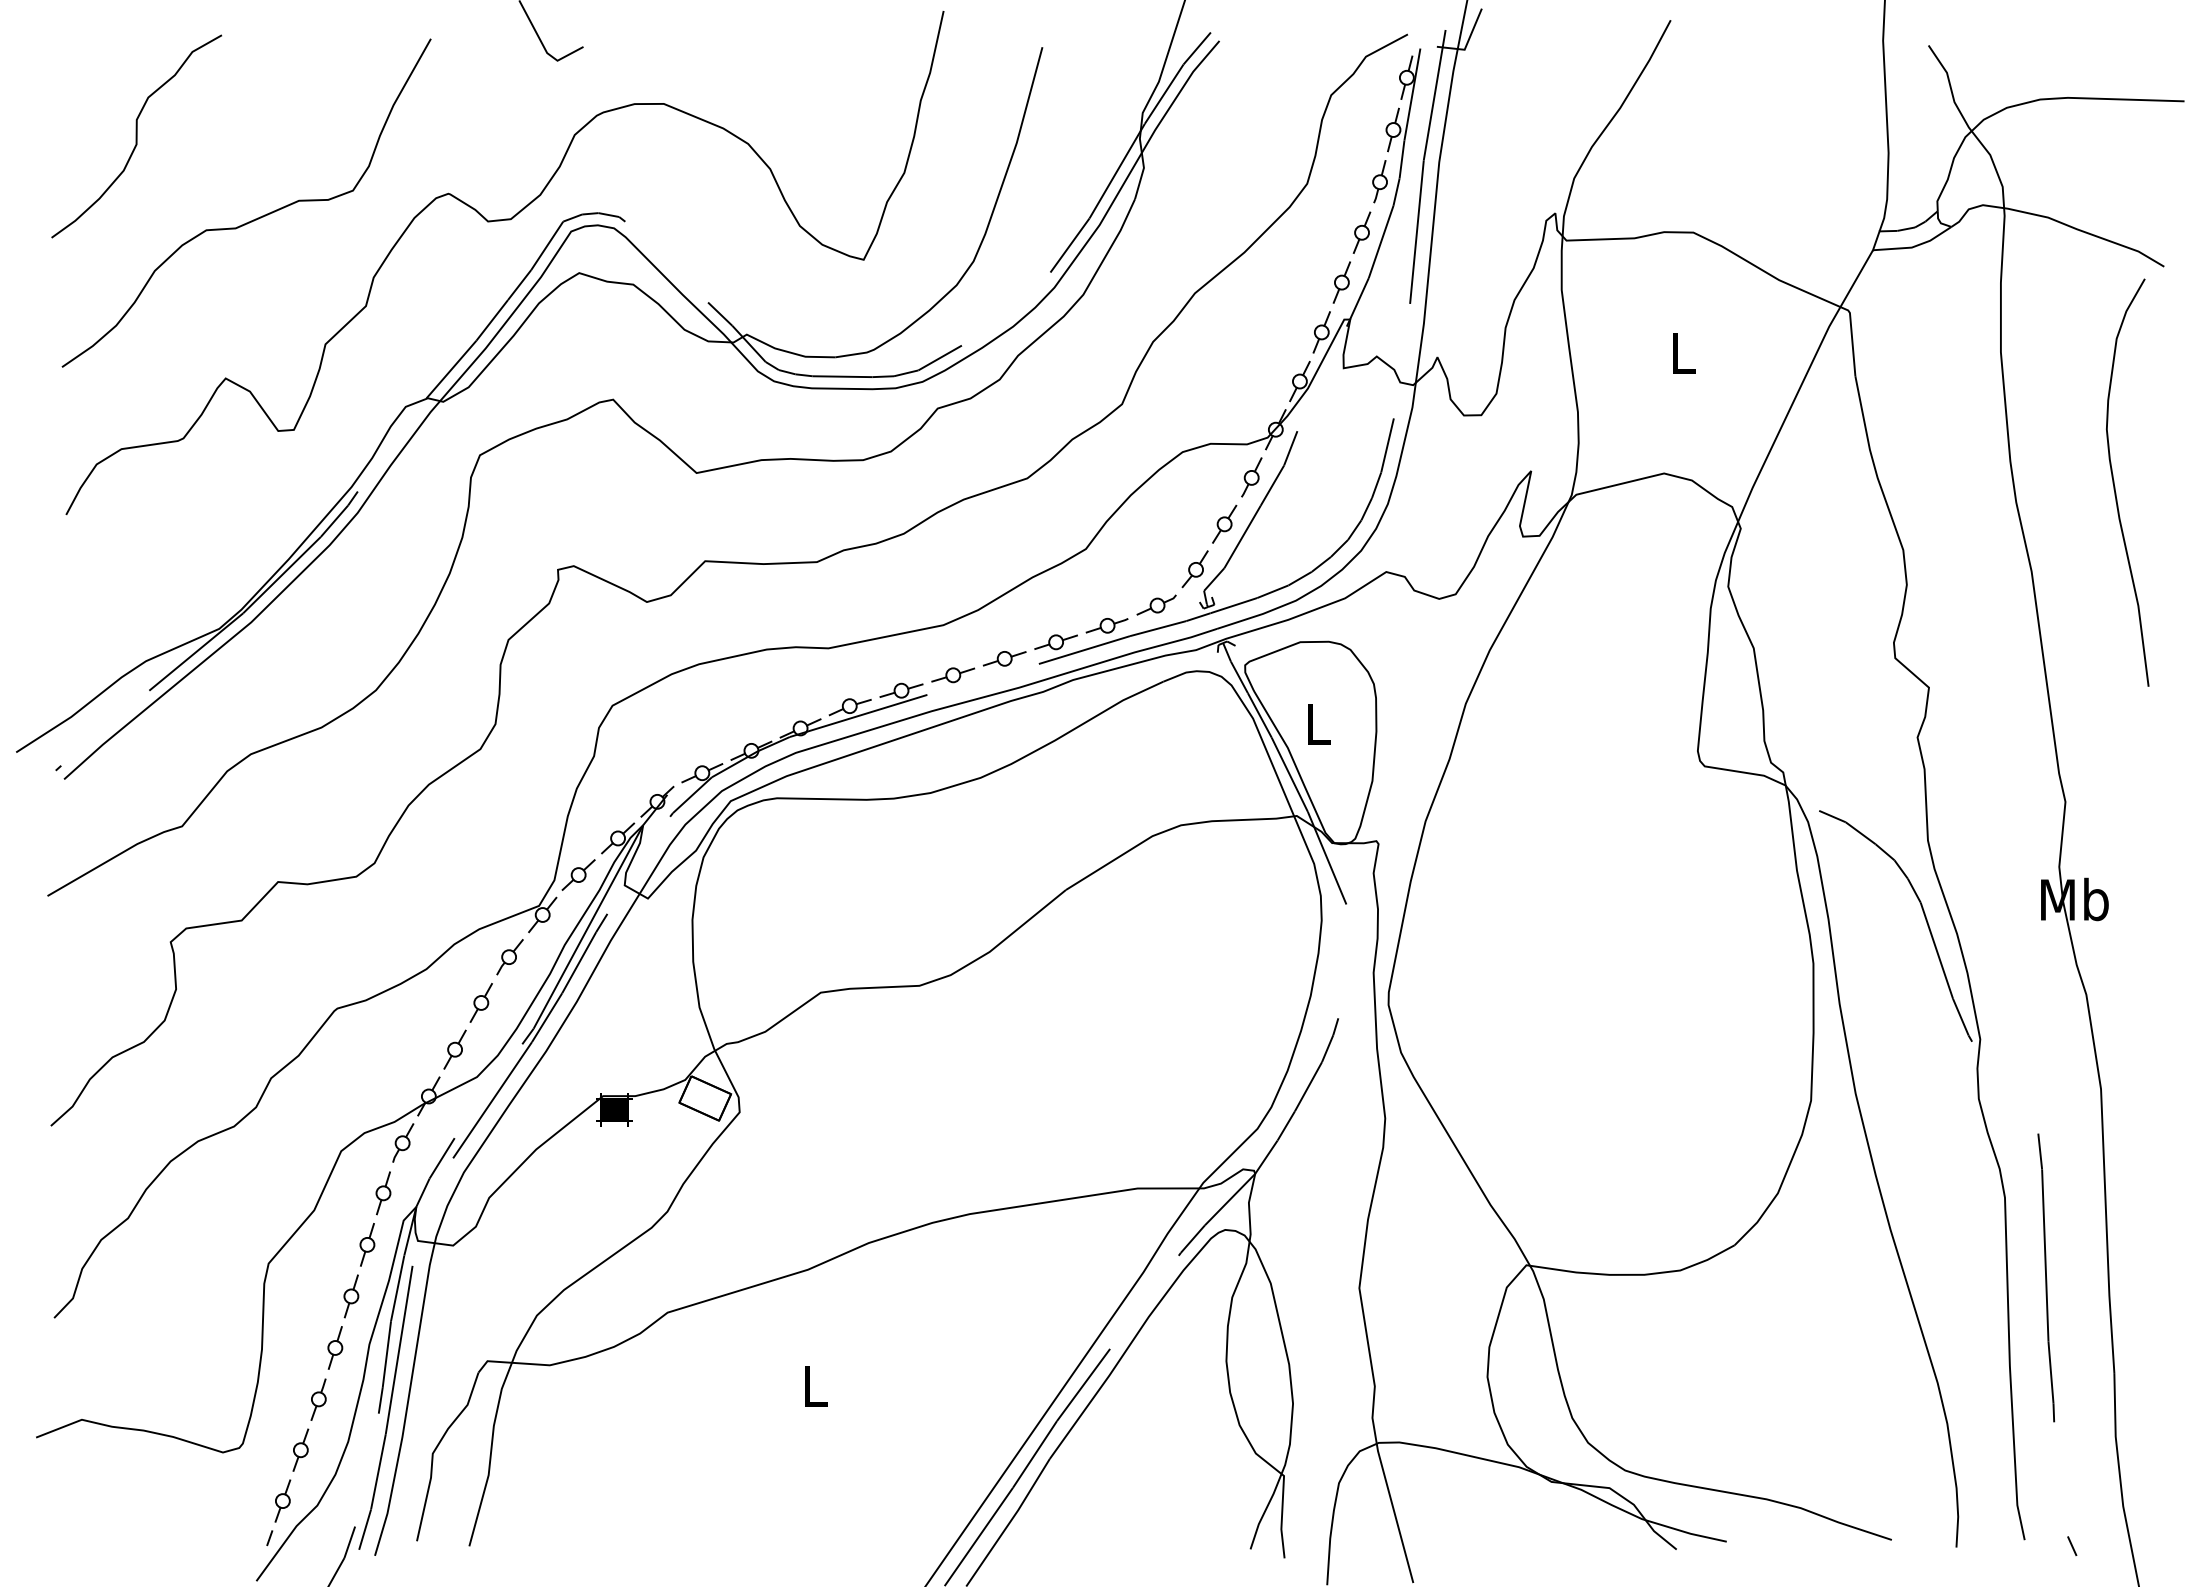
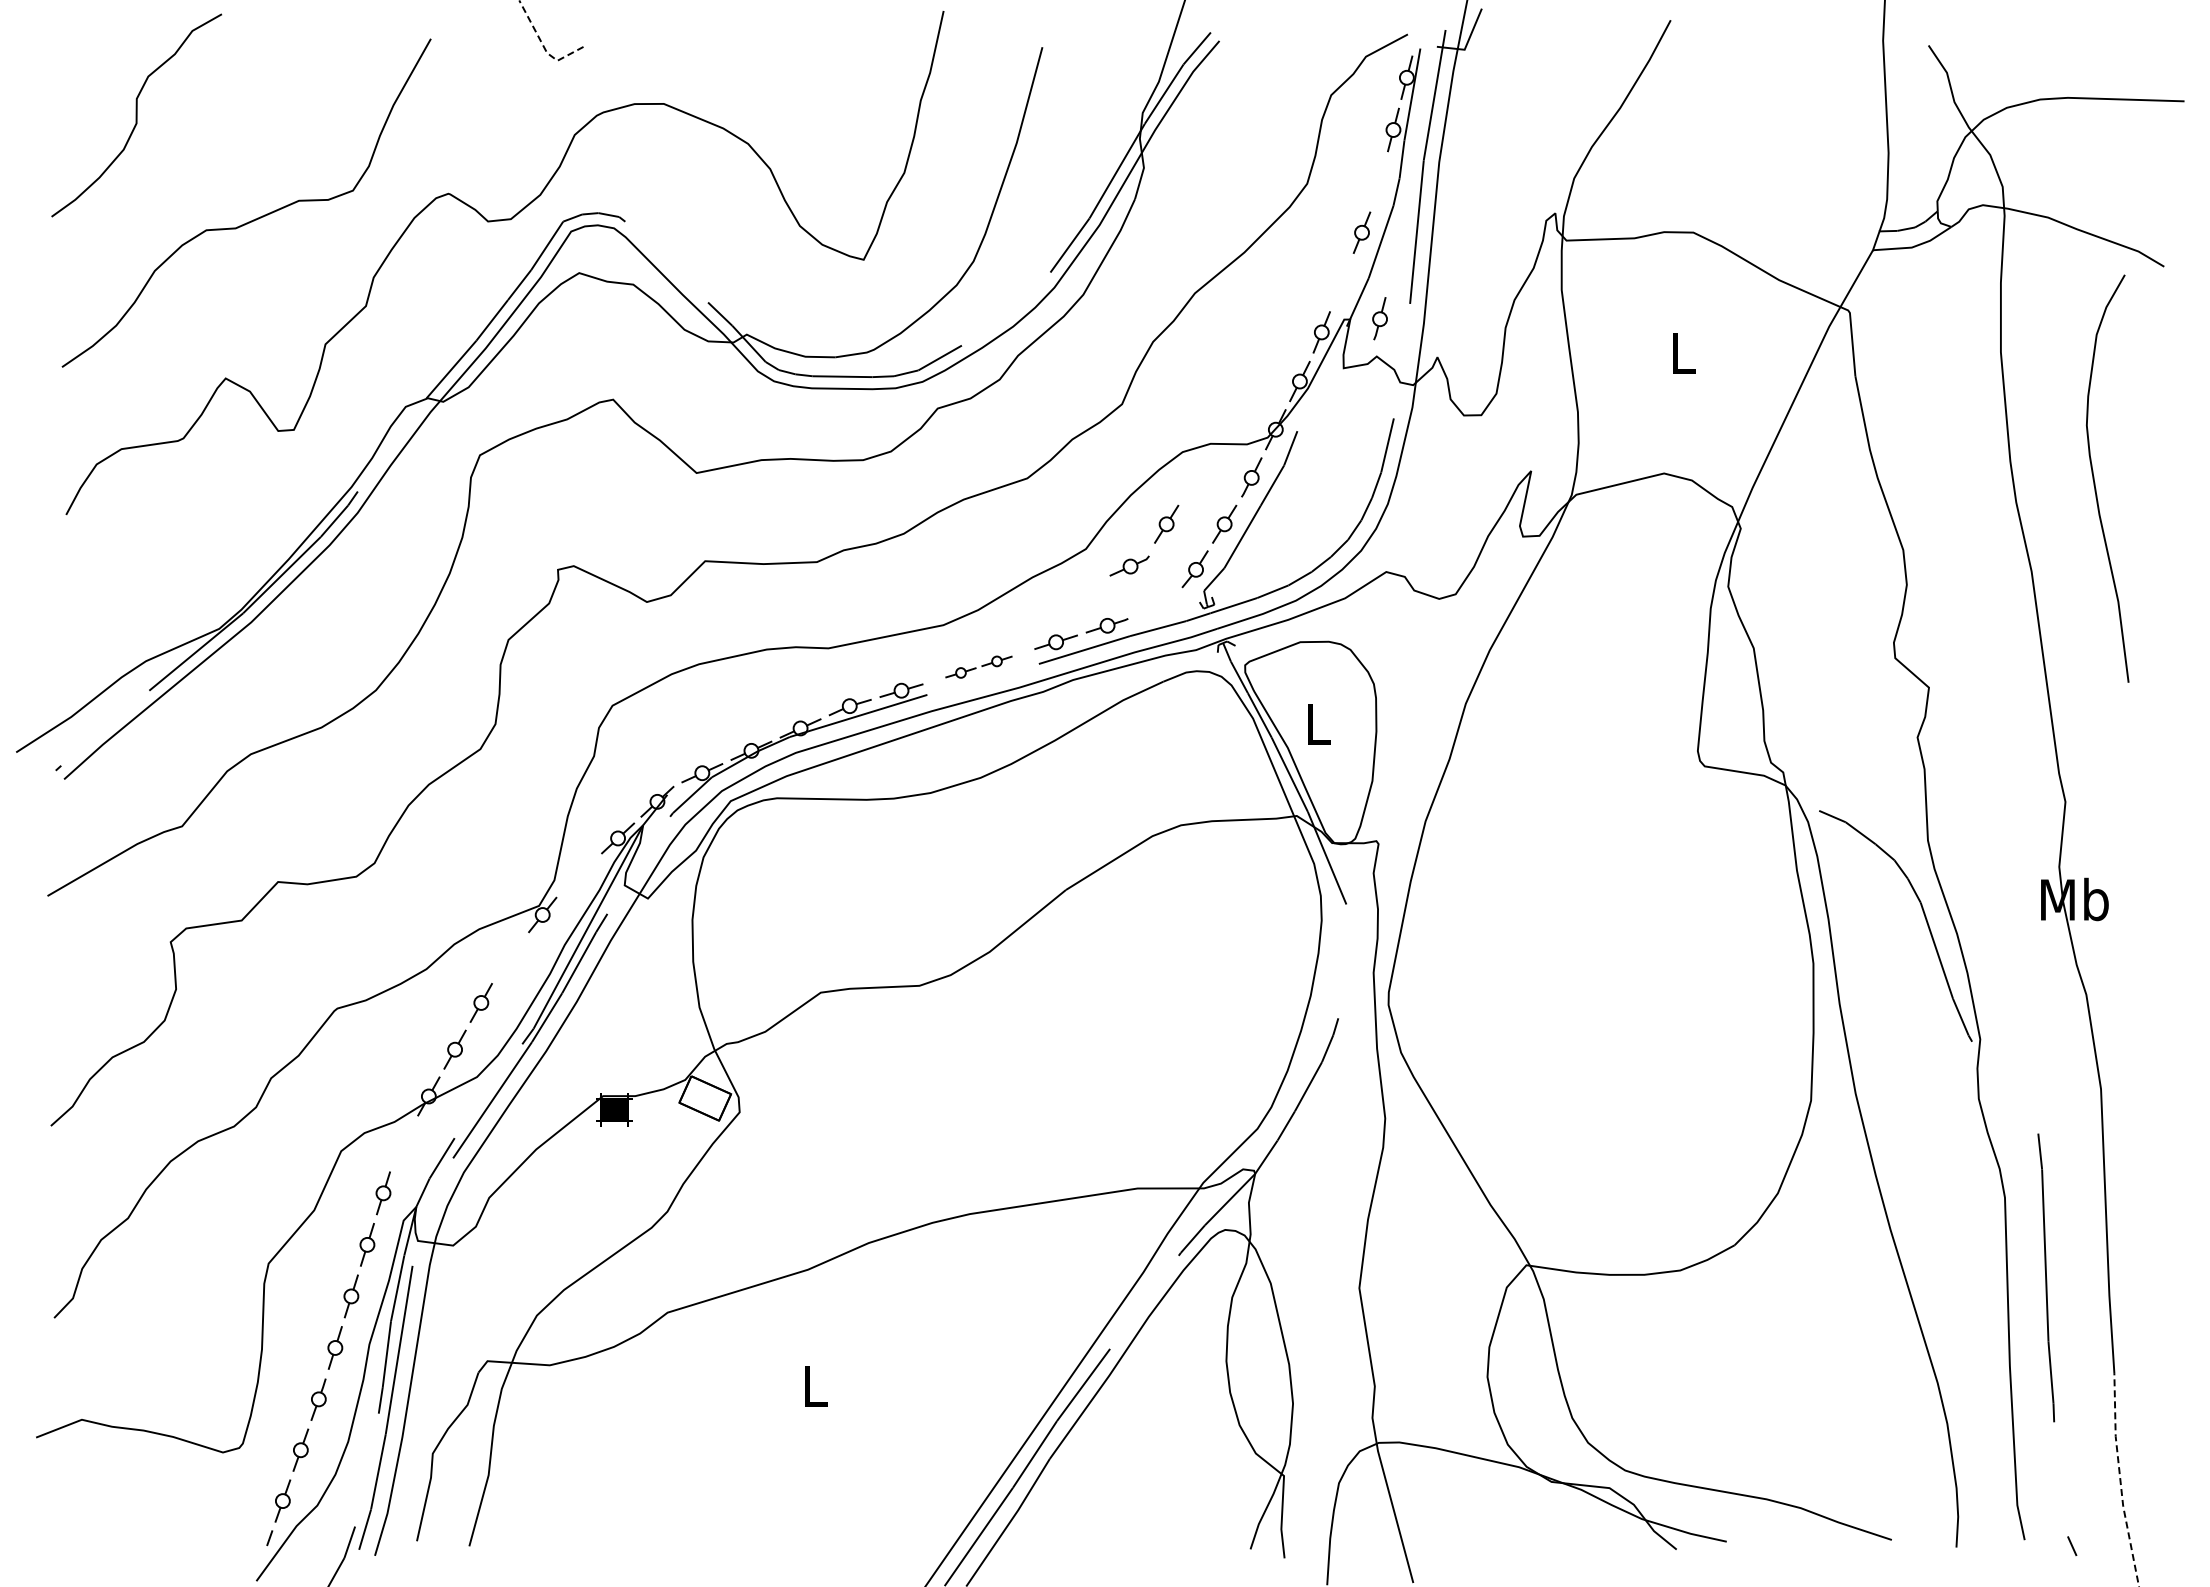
line at (543, 46): solid -> dashed
curve at (136, 136) position: (136, 136) -> (136, 115)
part at (1379, 181) position: (1379, 181) -> (1379, 318)
part at (1341, 282): present -> none
curve at (2115, 486) position: (2115, 486) -> (2095, 482)
part at (1166, 523): none -> present
part at (1156, 604) position: (1156, 604) -> (1129, 565)
part at (978, 667) size: 96x33 px -> 68x24 px
part at (578, 874): present -> none
part at (509, 957): present -> none
part at (403, 1142): present -> none
line at (2120, 1479): solid -> dashed
